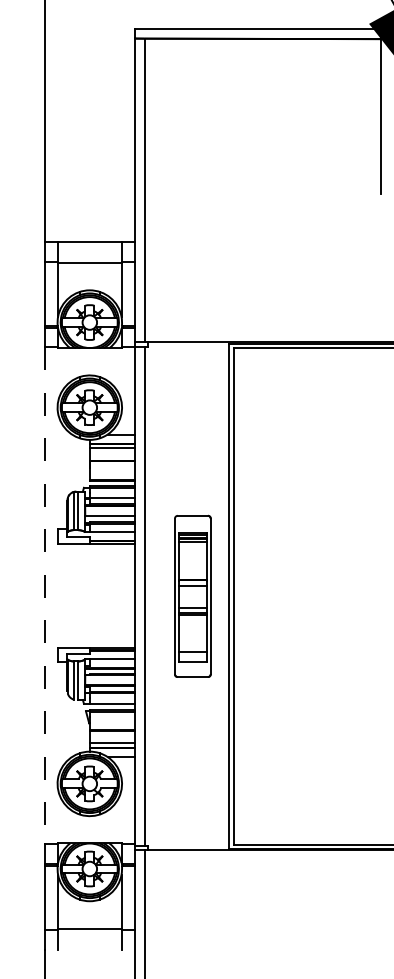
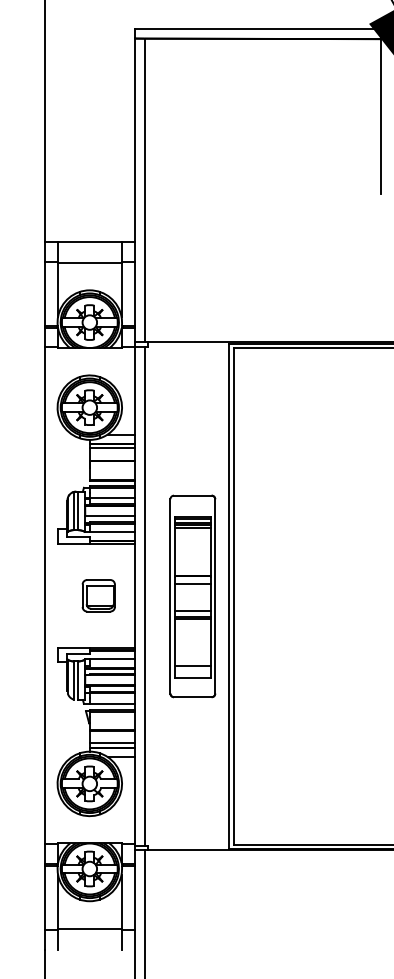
part at (98, 595): none -> present
part at (192, 595) size: 38x164 px -> 48x205 px
line at (45, 596): dashed -> solid
